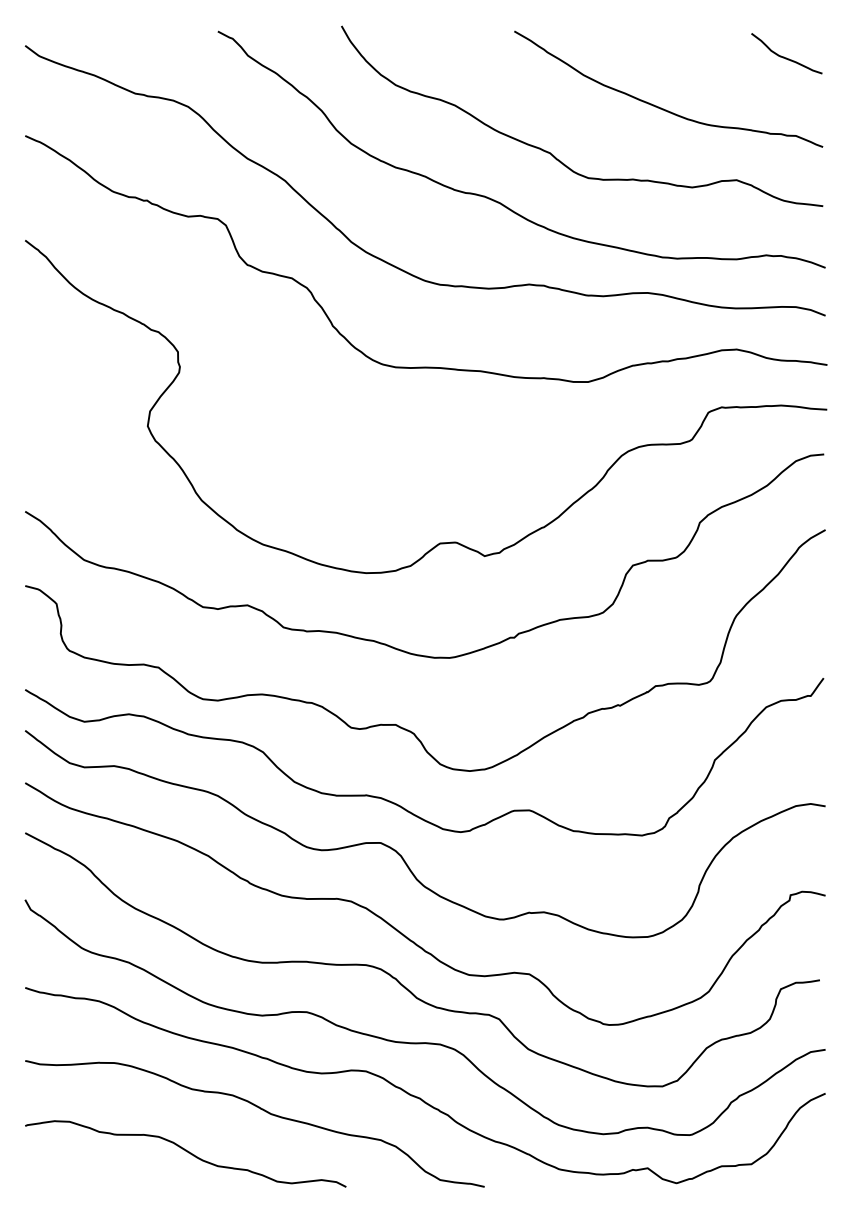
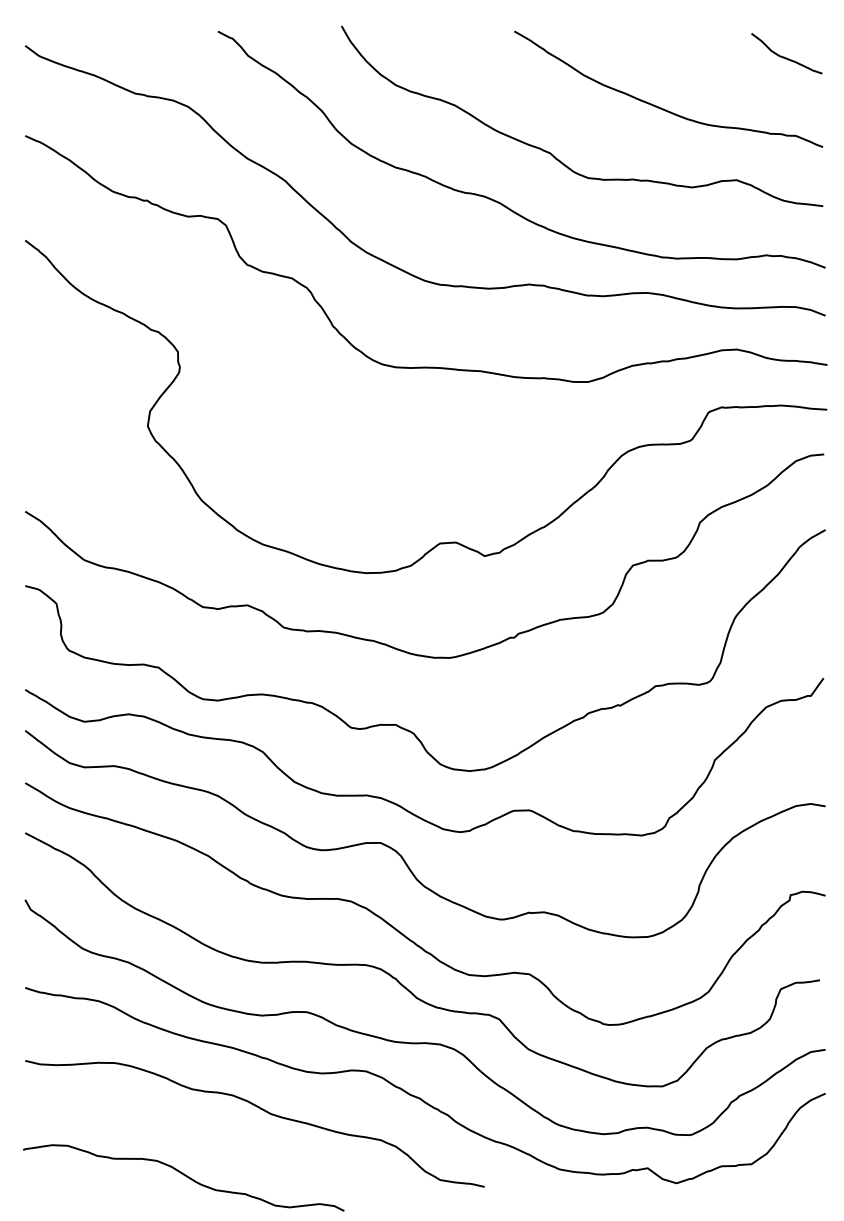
curve at (185, 1151) position: (185, 1151) -> (183, 1175)
